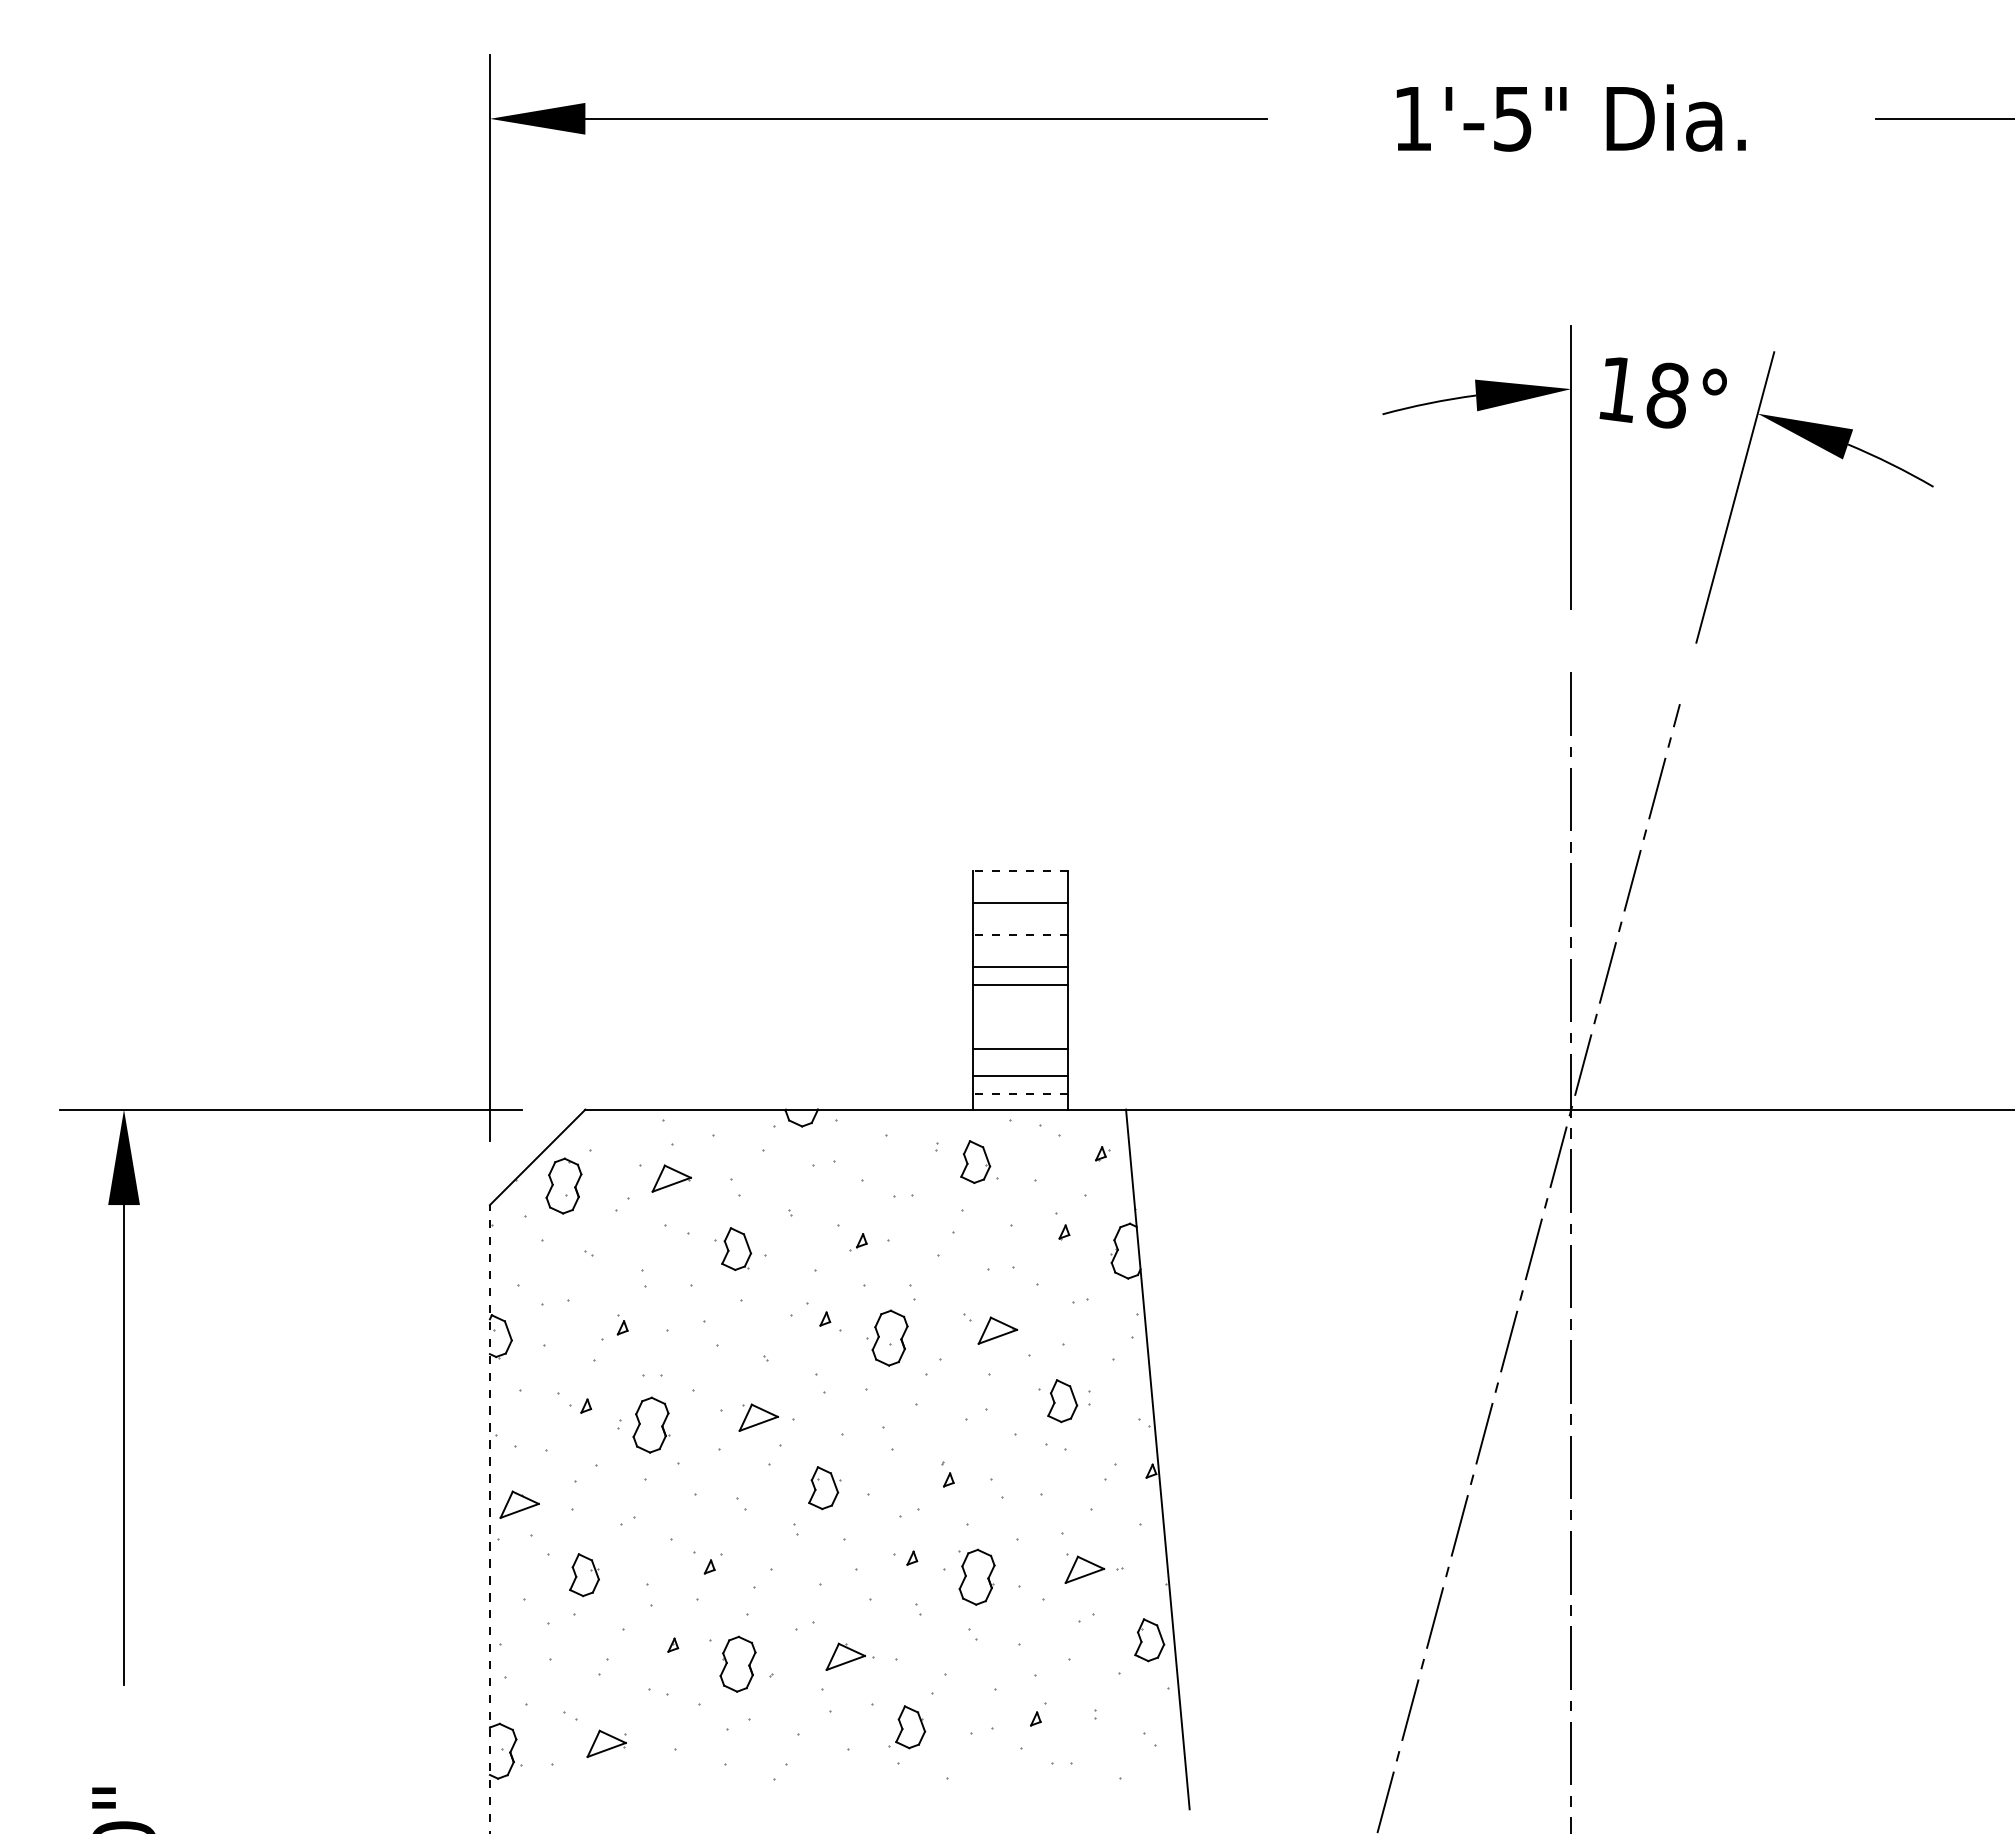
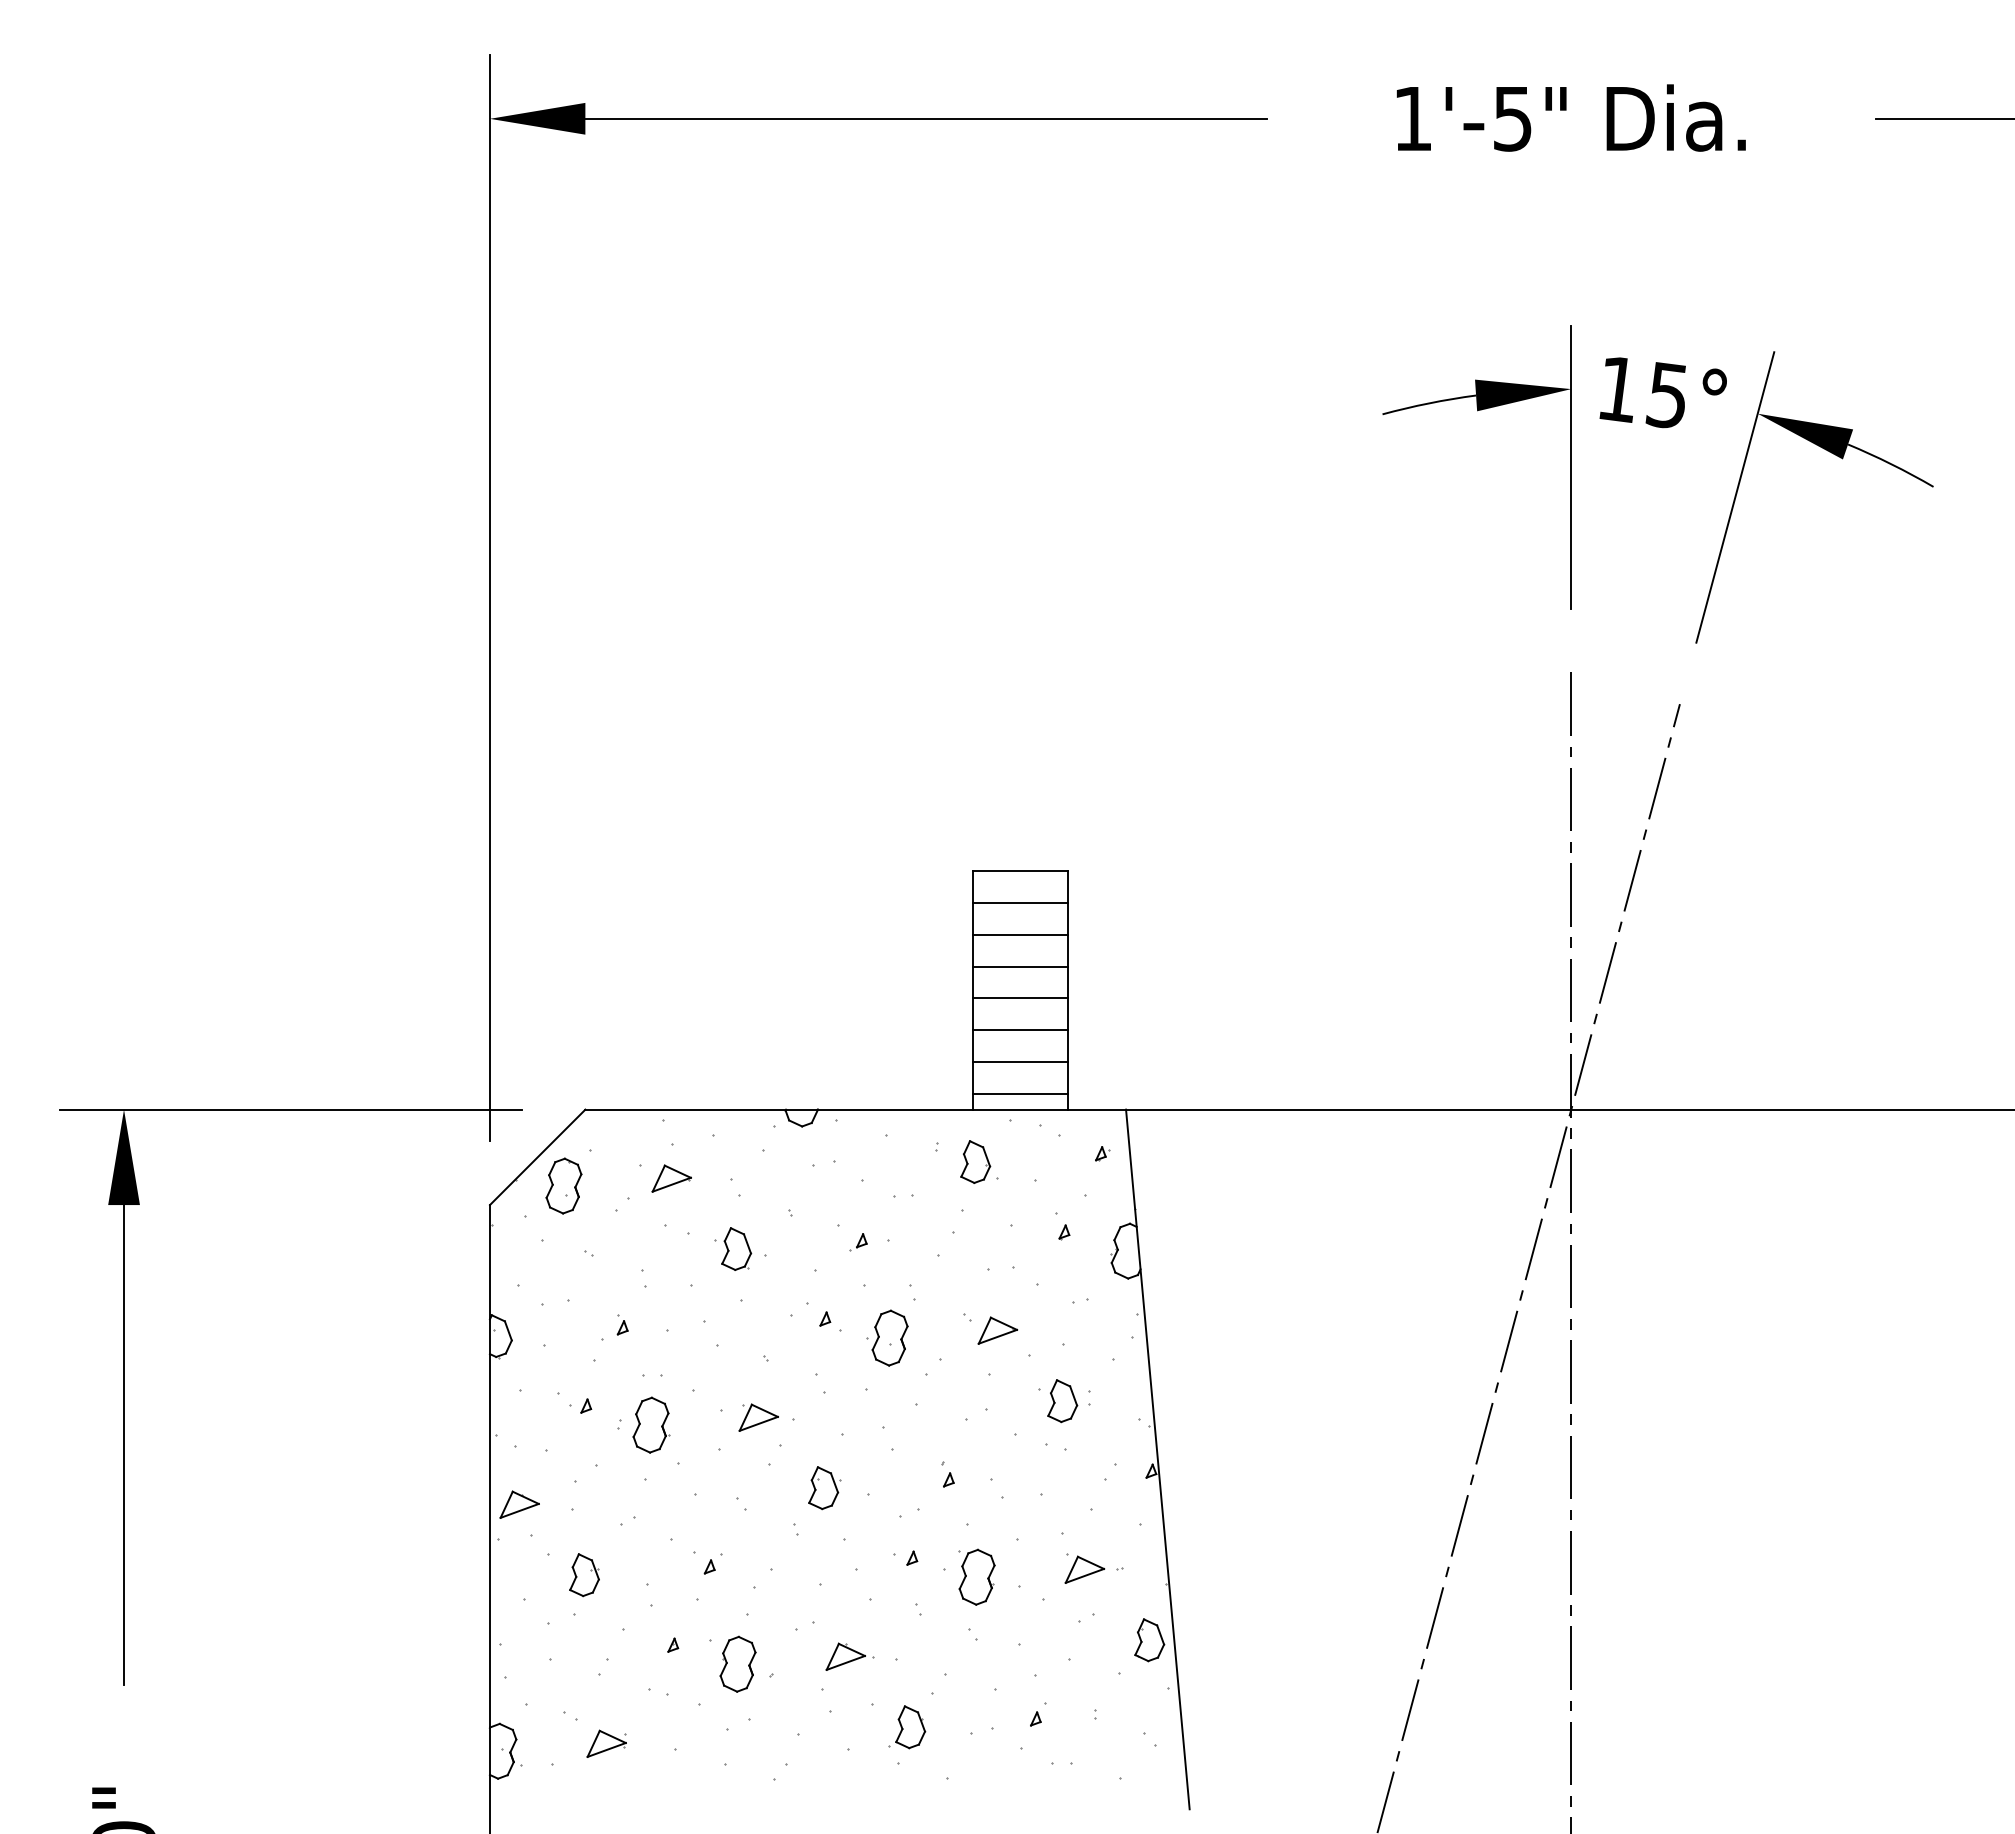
text at (1666, 395): 18° -> 15°
line at (1020, 871): dashed -> solid
line at (1020, 934): dashed -> solid
line at (1020, 985) position: (1020, 985) -> (1020, 998)
line at (1020, 1049) position: (1020, 1049) -> (1020, 1030)
line at (1020, 1075) position: (1020, 1075) -> (1020, 1061)
line at (1020, 1093): dashed -> solid
line at (489, 1518): dashed -> solid
